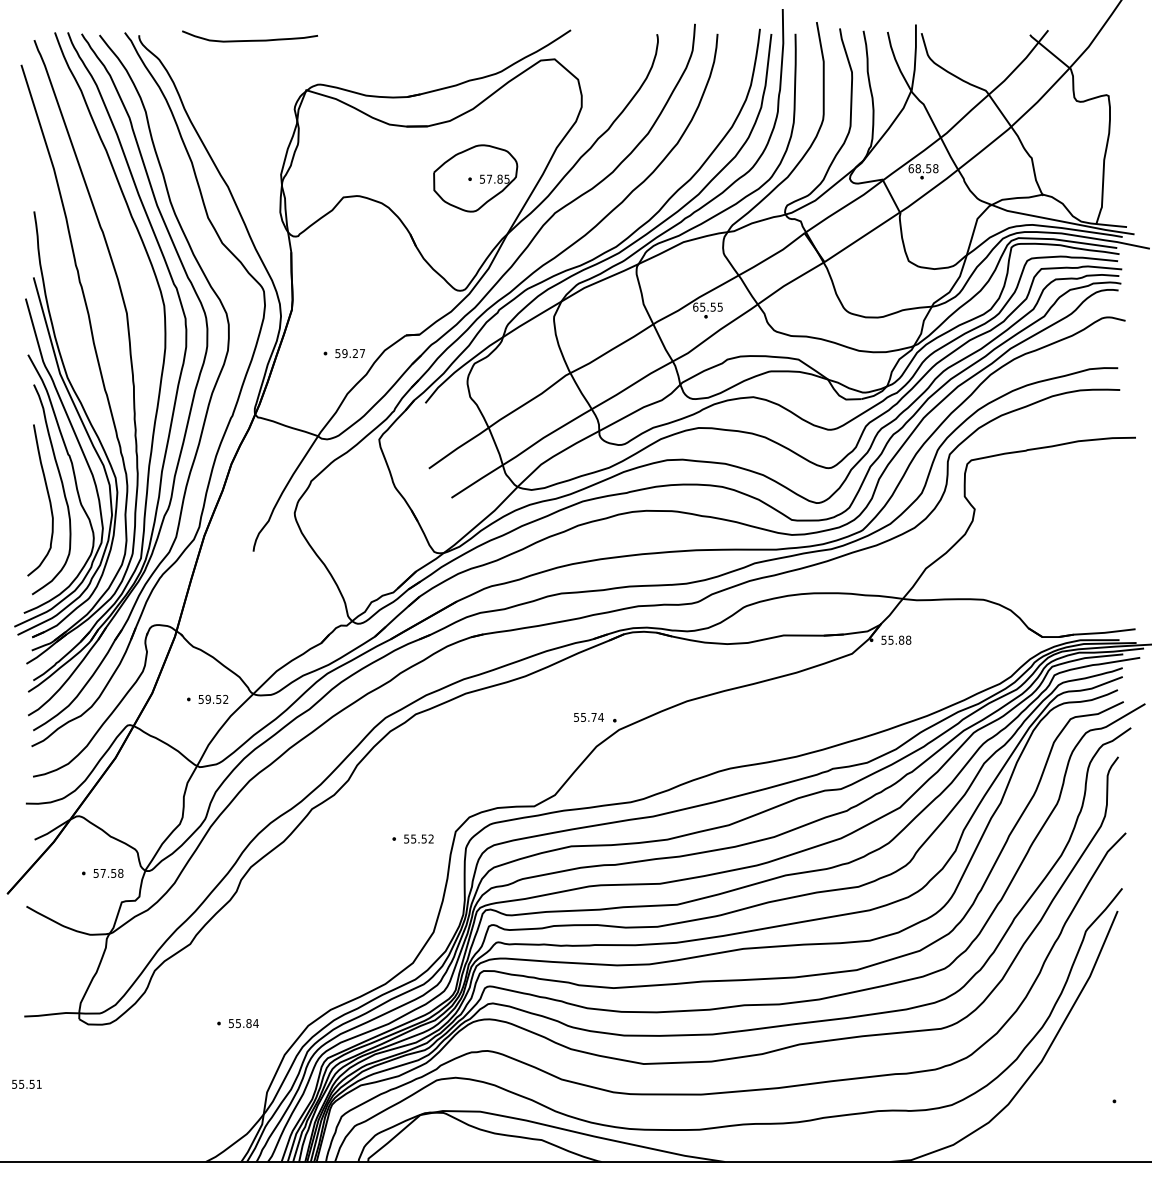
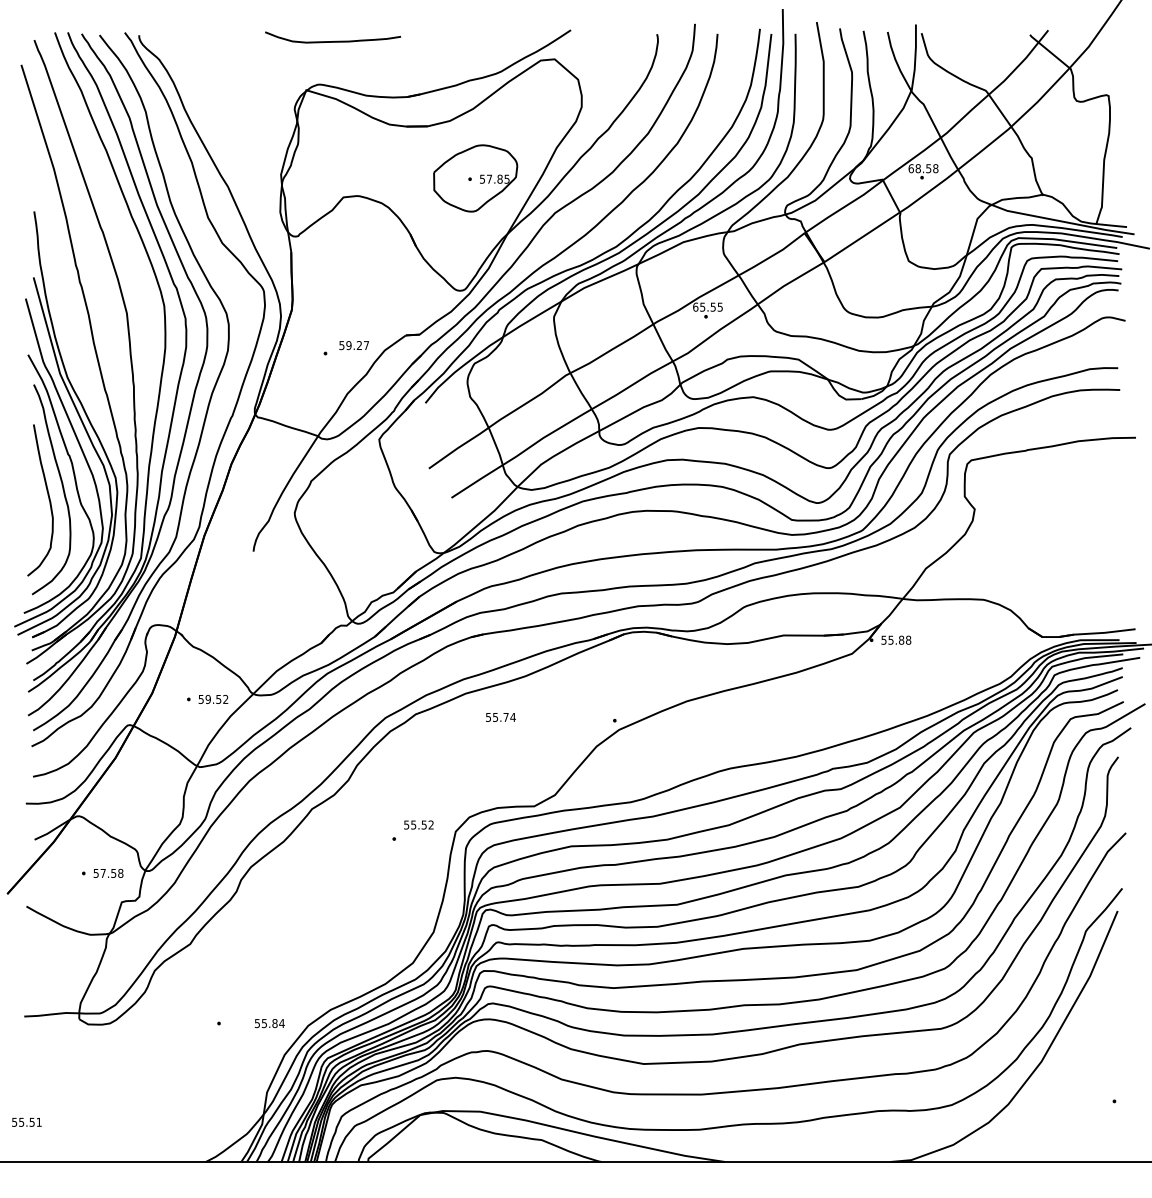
curve at (252, 39) position: (252, 39) -> (335, 40)
text at (349, 353) position: (349, 353) -> (353, 345)
text at (588, 717) position: (588, 717) -> (500, 717)
text at (418, 838) position: (418, 838) -> (418, 824)
text at (243, 1023) position: (243, 1023) -> (269, 1023)
text at (26, 1084) position: (26, 1084) -> (26, 1122)
